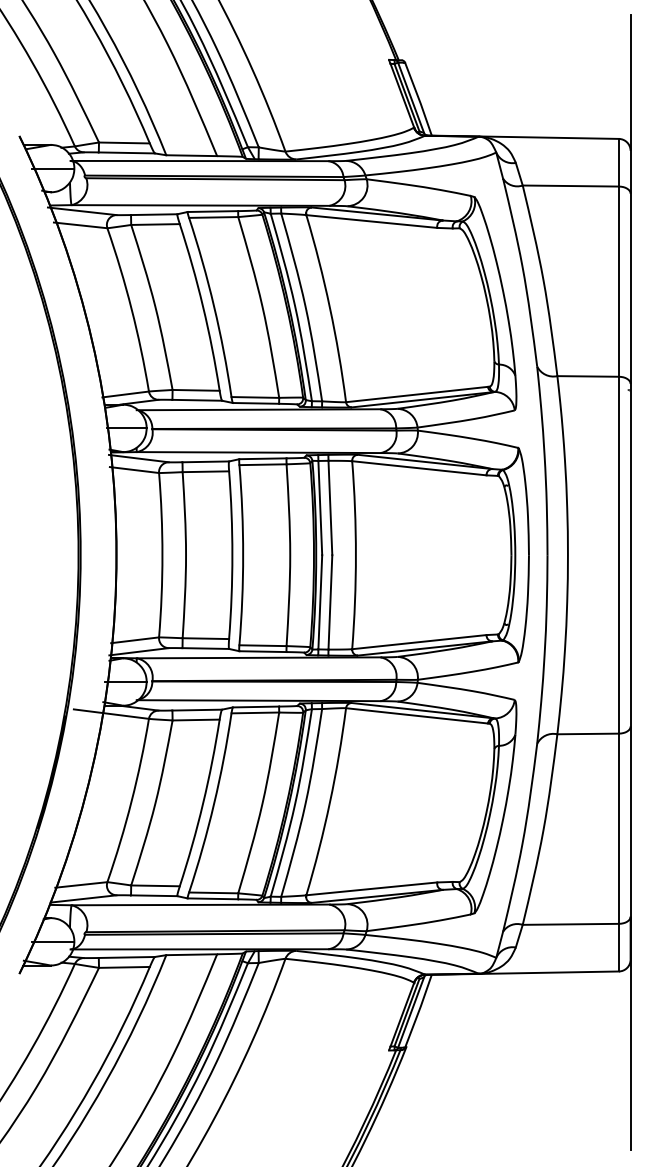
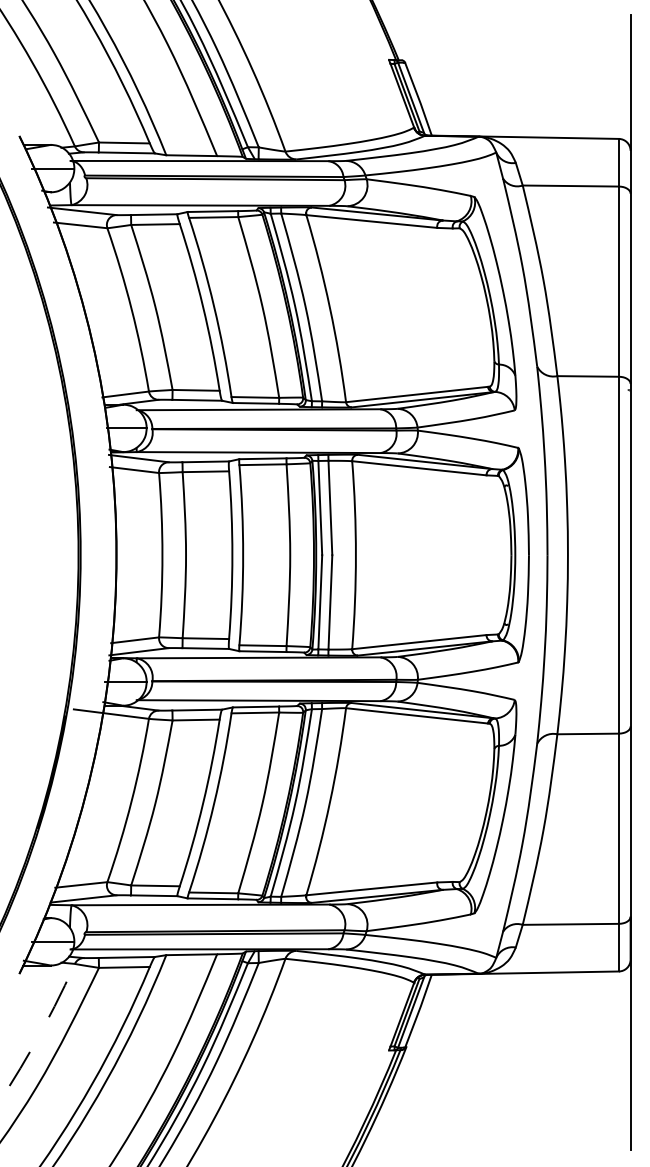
arc at (40, 1033): solid -> dashed
